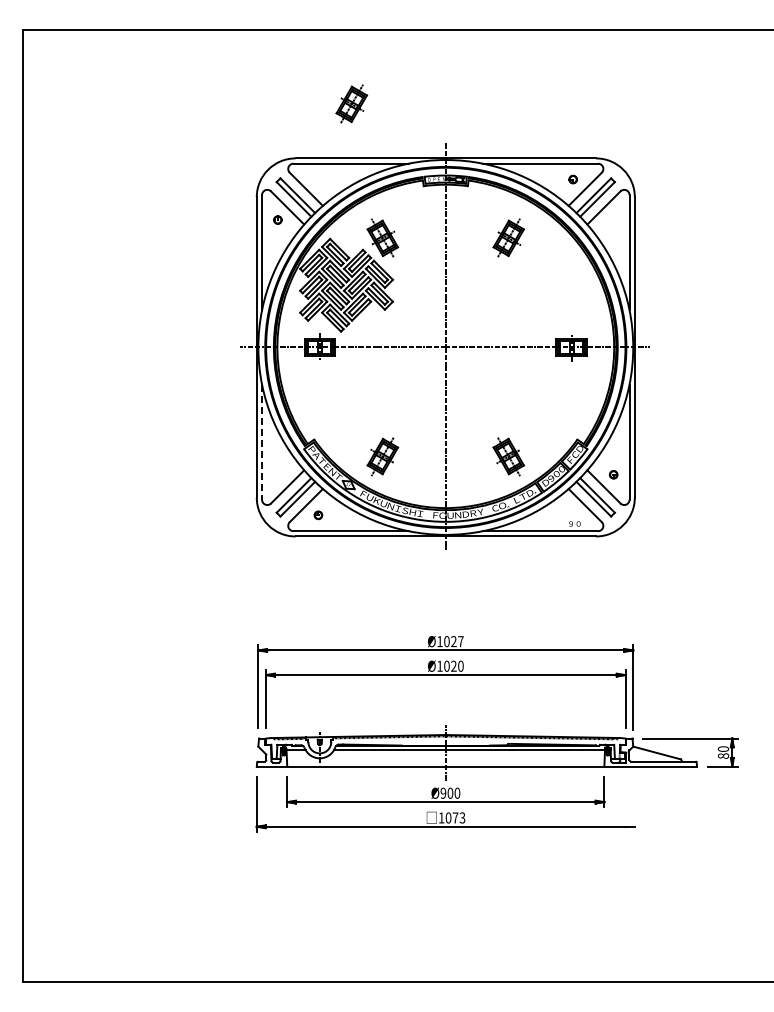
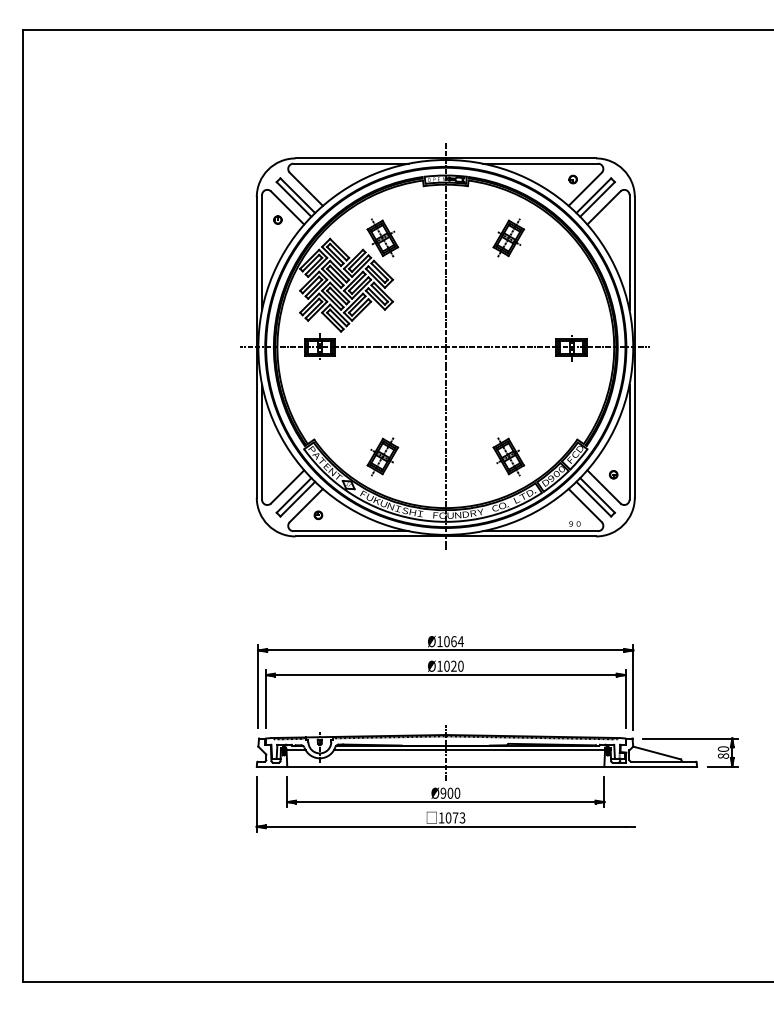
part at (351, 103): present -> none
line at (262, 442): dashed -> solid
text at (457, 641): Ø1027 -> Ø1064
